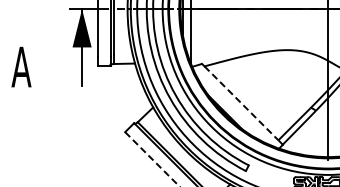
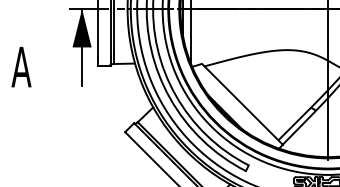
line at (241, 103): dashed -> solid
line at (152, 159): dashed -> solid
